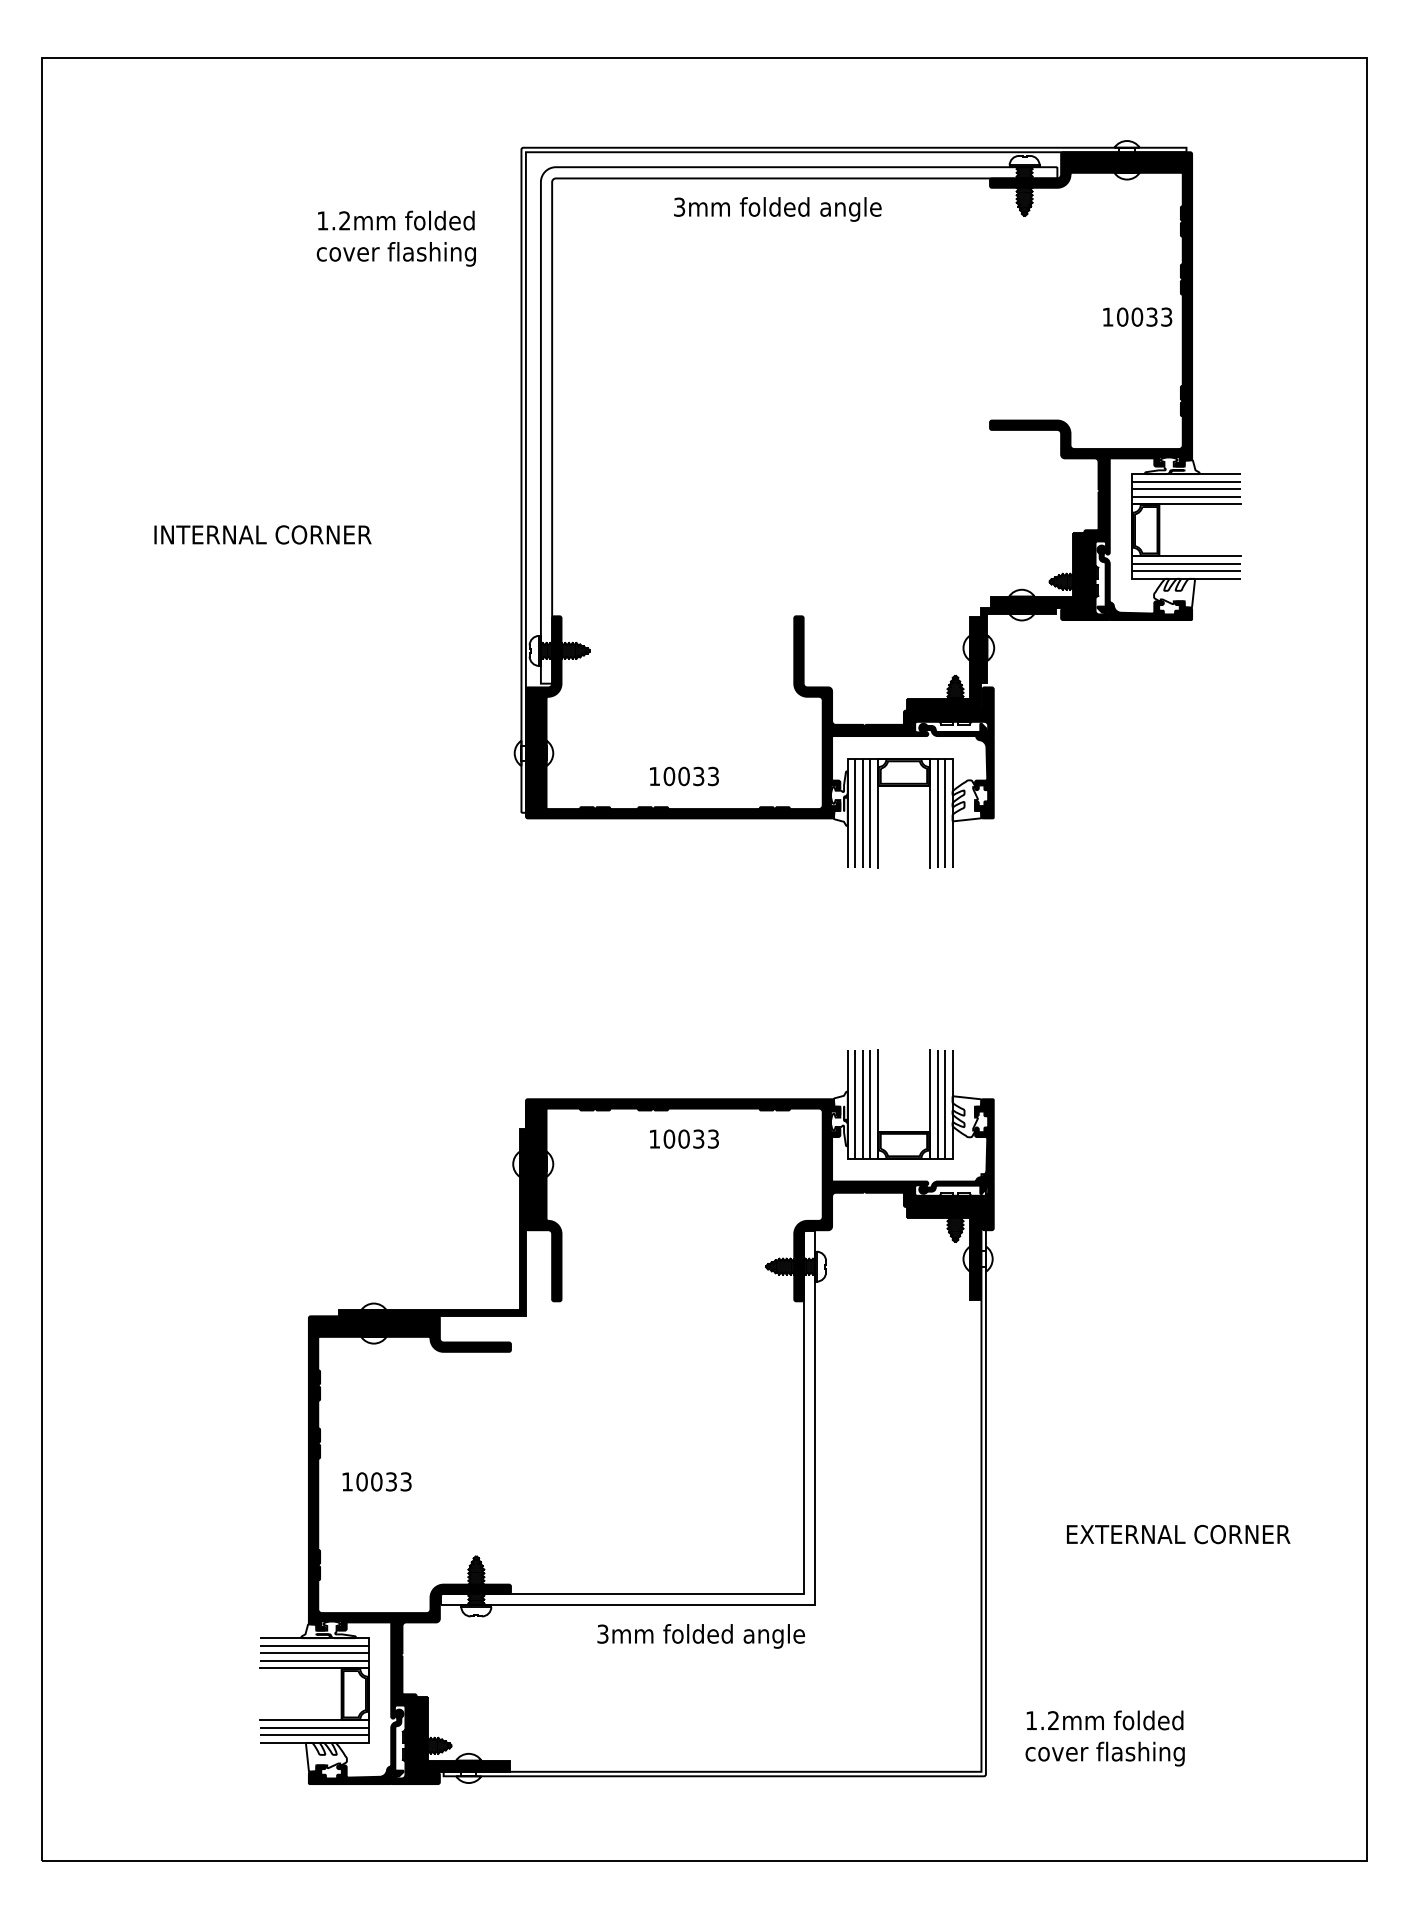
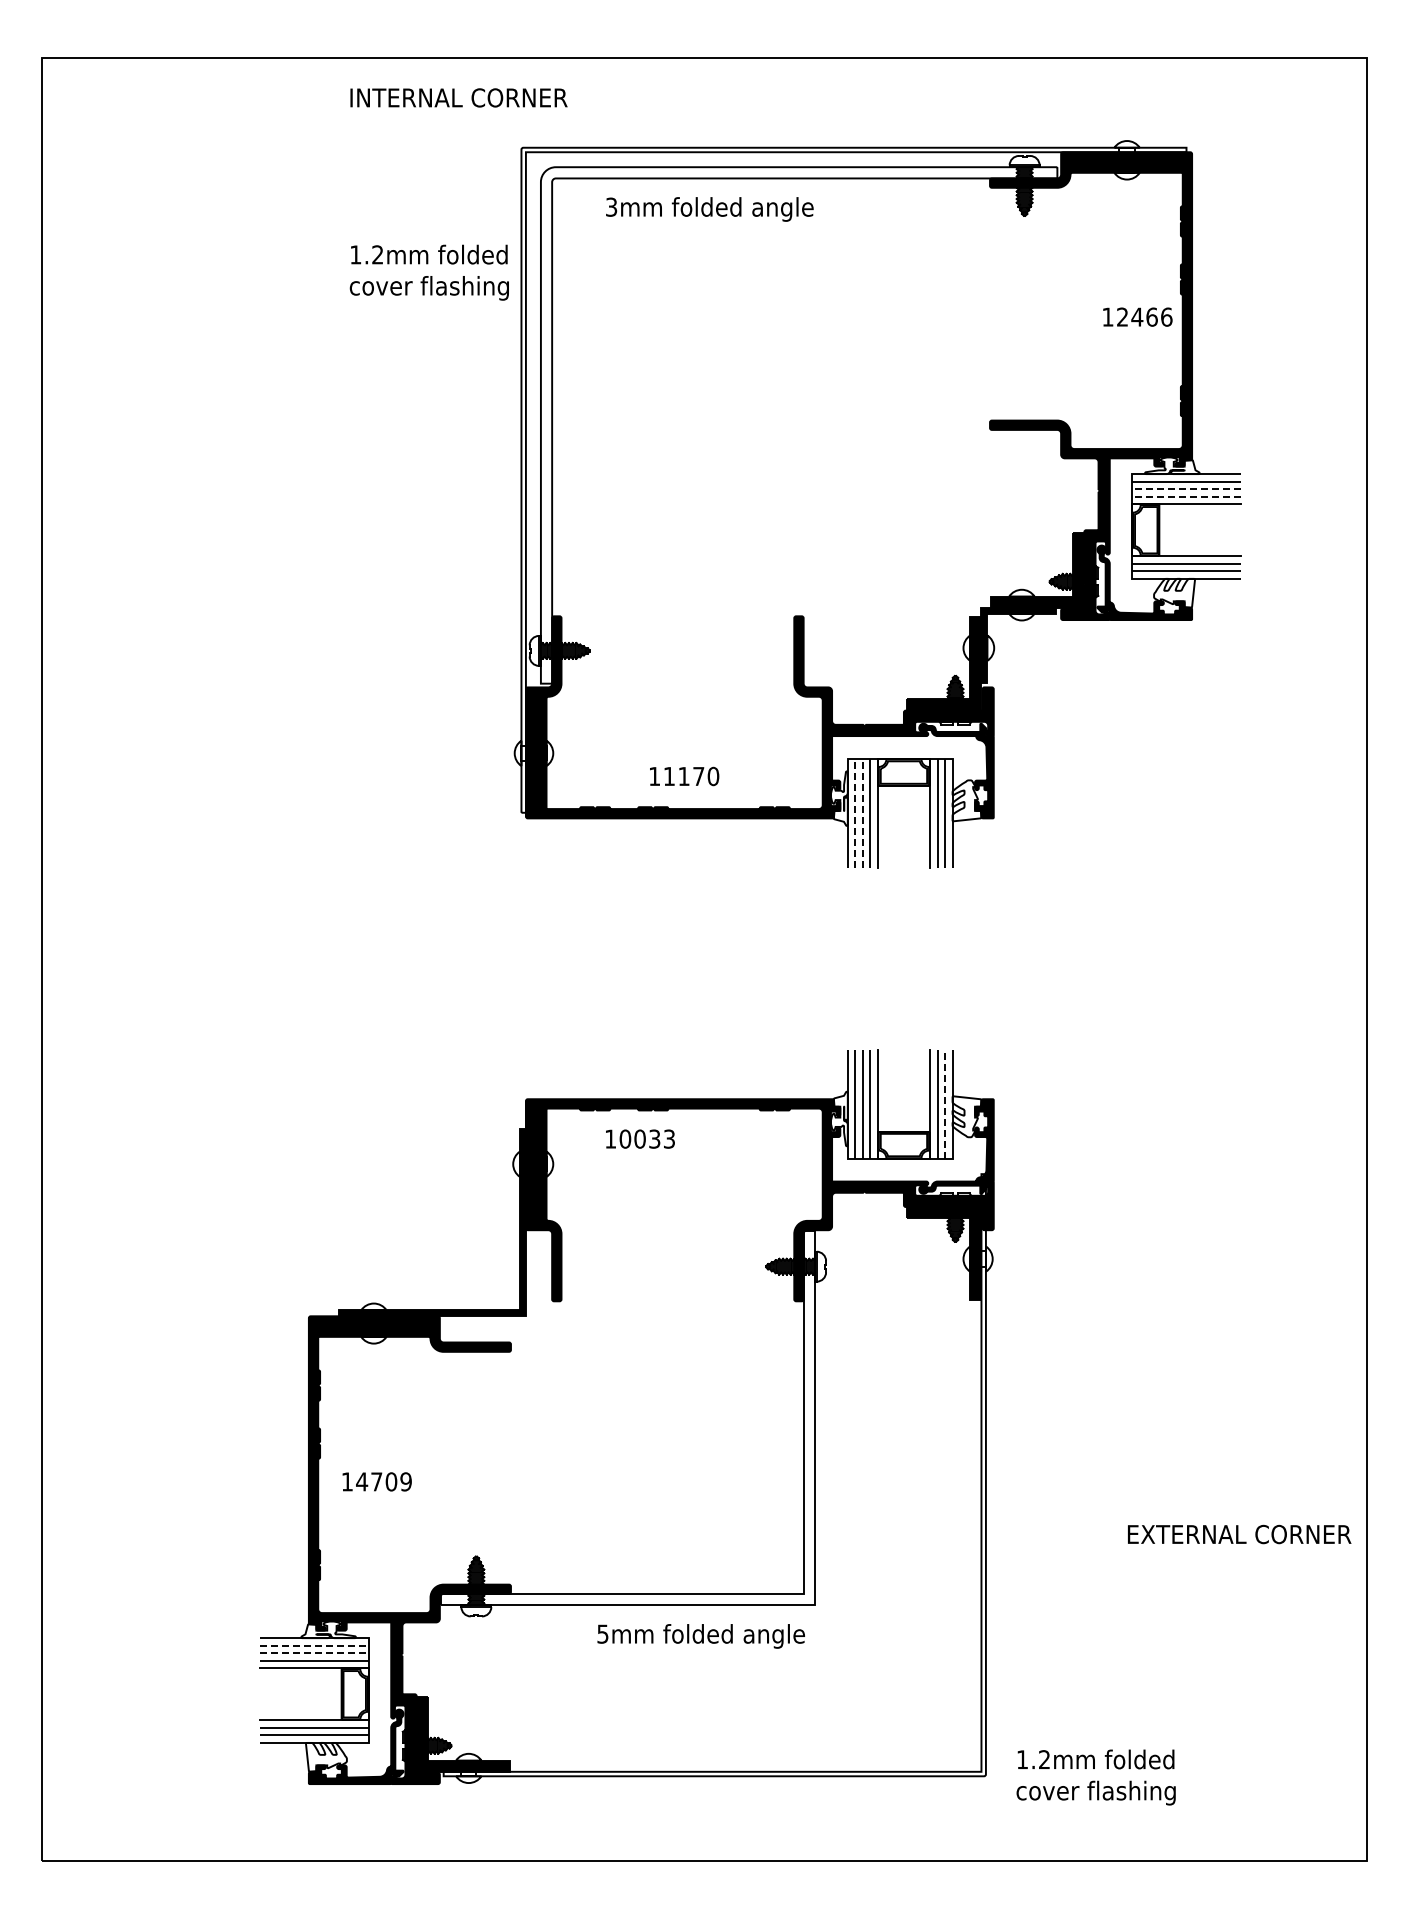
text at (777, 209) position: (777, 209) -> (709, 209)
text at (395, 238) position: (395, 238) -> (428, 272)
text at (1144, 316): 10033 -> 12466
line at (1186, 489): solid -> dashed
line at (1186, 496): solid -> dashed
text at (262, 534) position: (262, 534) -> (458, 97)
text at (691, 776): 10033 -> 11170
line at (855, 813): solid -> dashed
line at (862, 813): solid -> dashed
line at (945, 1104): solid -> dashed
text at (684, 1138) position: (684, 1138) -> (640, 1138)
text at (383, 1481): 10033 -> 14709
text at (1178, 1534) position: (1178, 1534) -> (1239, 1534)
text at (603, 1633): 3mm -> 5mm
line at (314, 1645): solid -> dashed
line at (314, 1653): solid -> dashed
text at (1104, 1738) position: (1104, 1738) -> (1095, 1777)
